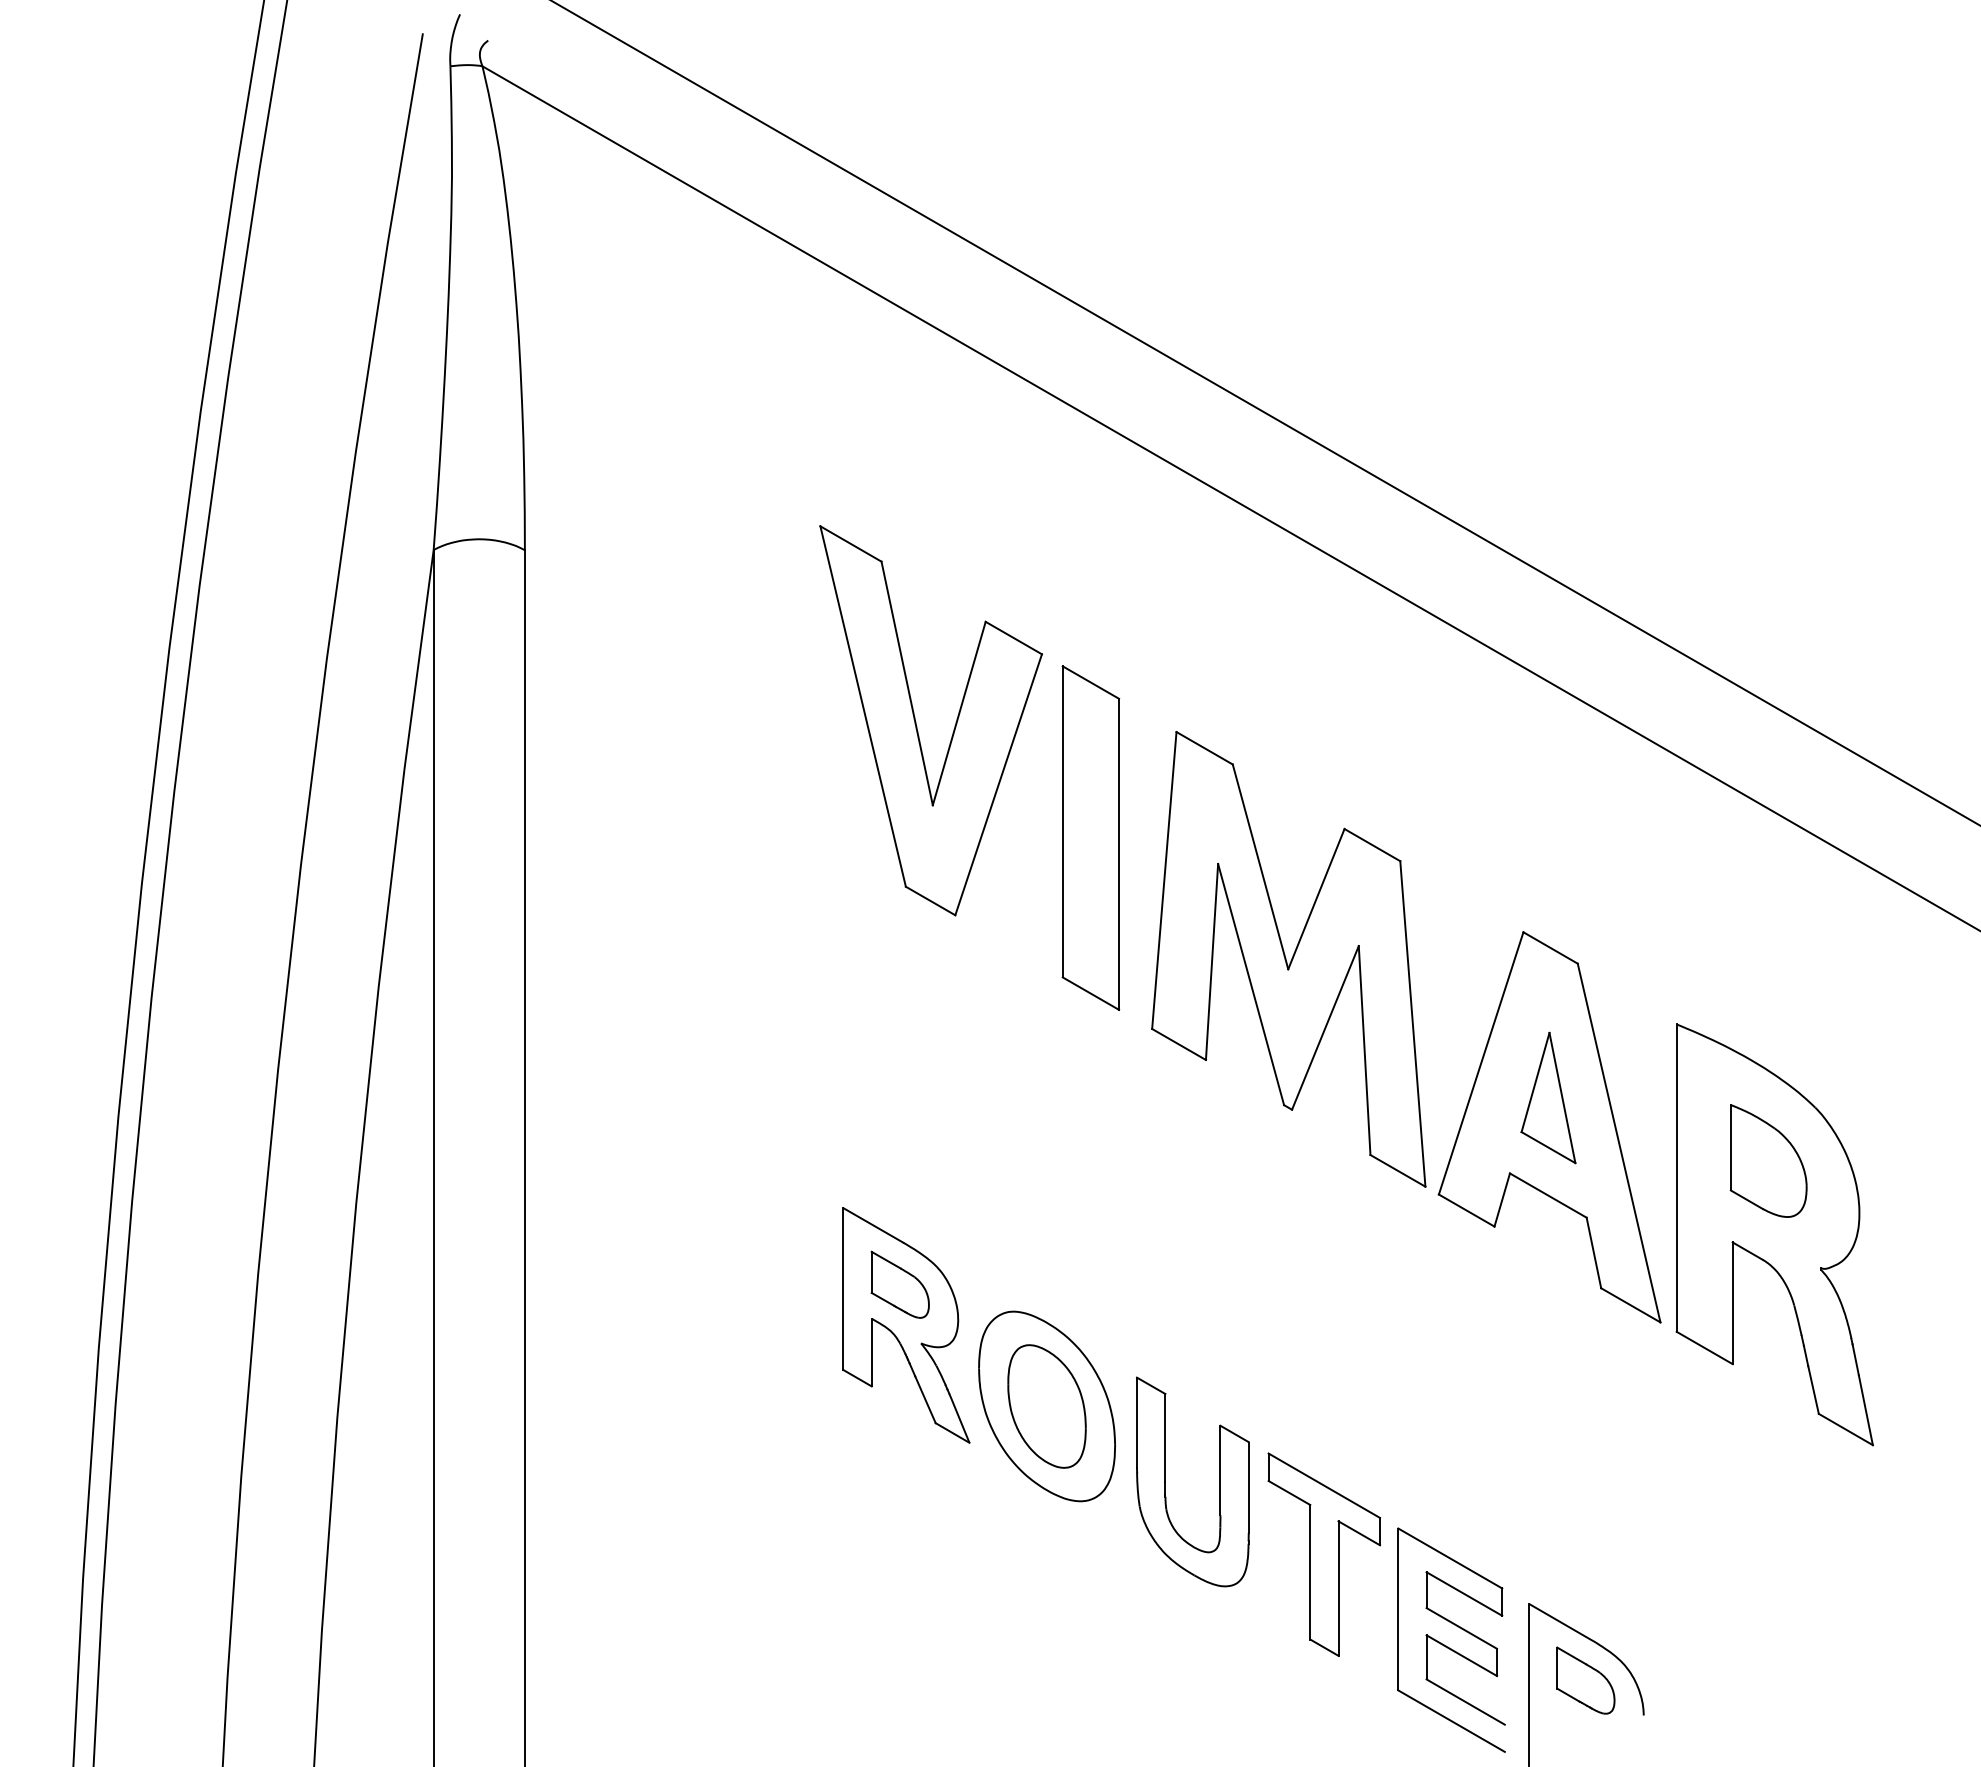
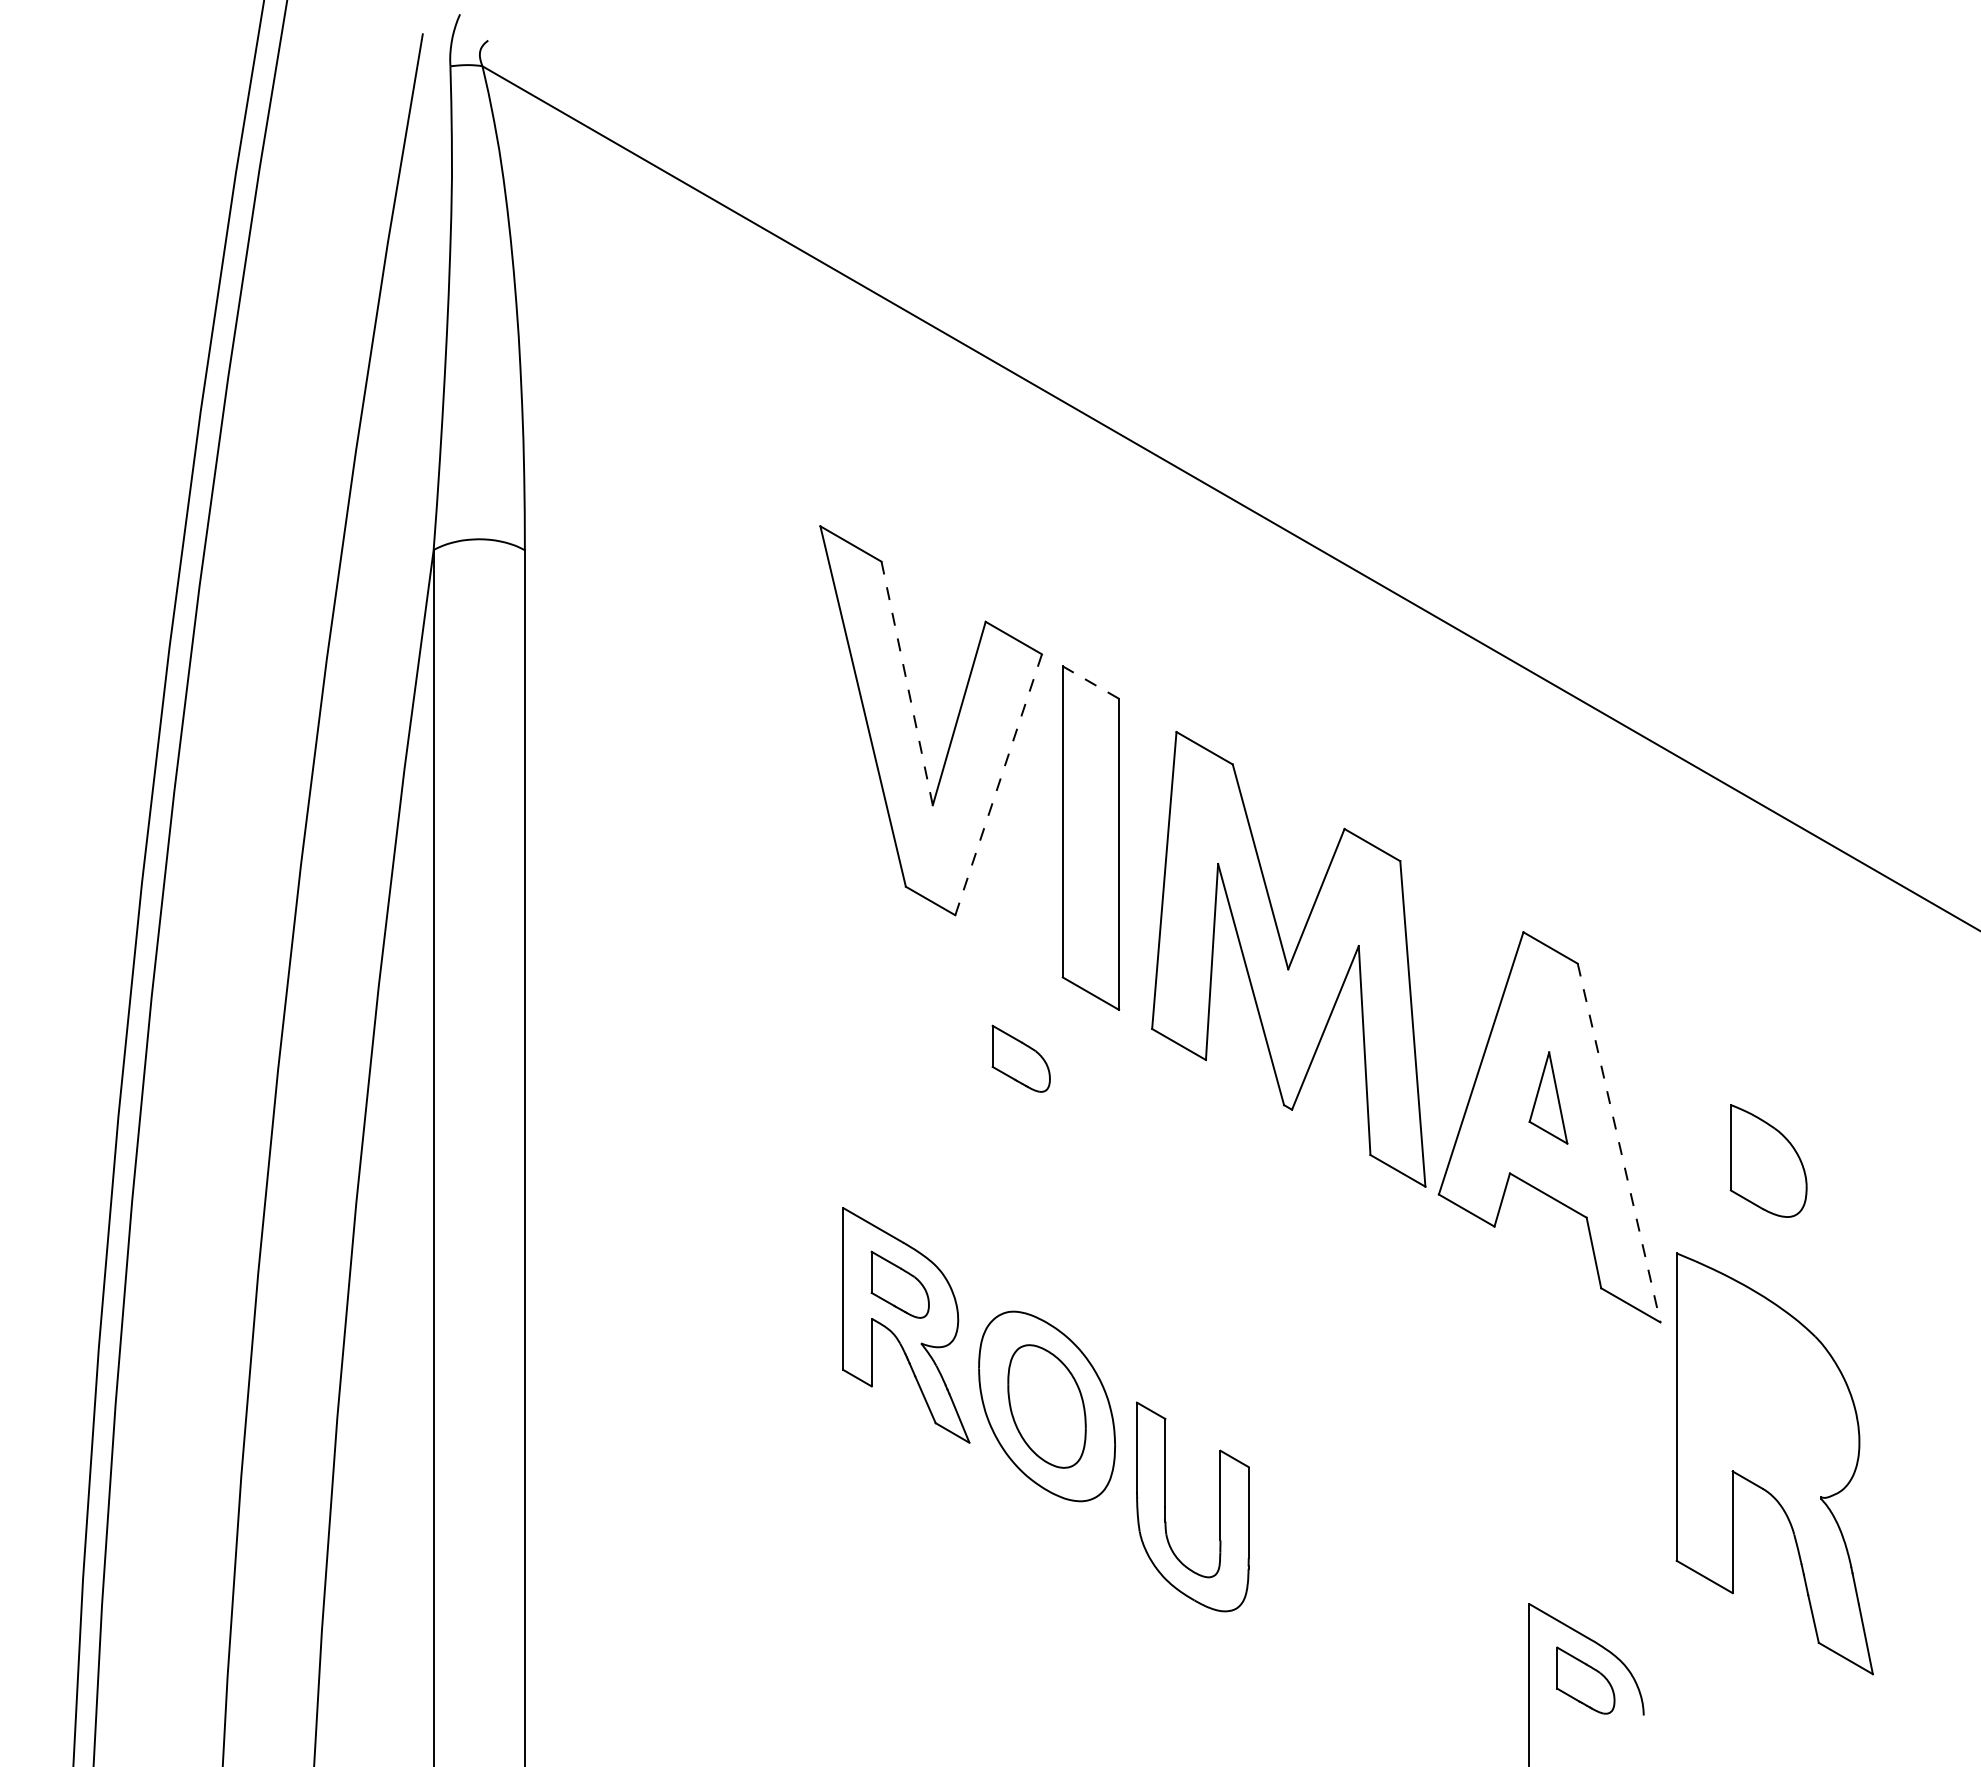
line at (1265, 413): present -> none
line at (1090, 682): solid -> dashed
line at (907, 683): solid -> dashed
line at (998, 785): solid -> dashed
part at (1020, 1058): none -> present
part at (1548, 1097) size: 57x134 px -> 41x94 px
line at (1619, 1143): solid -> dashed
part at (1774, 1234) position: (1774, 1234) -> (1774, 1463)
part at (1165, 1481) position: (1165, 1481) -> (1165, 1506)
part at (1324, 1554): present -> none
part at (1448, 1646): present -> none
